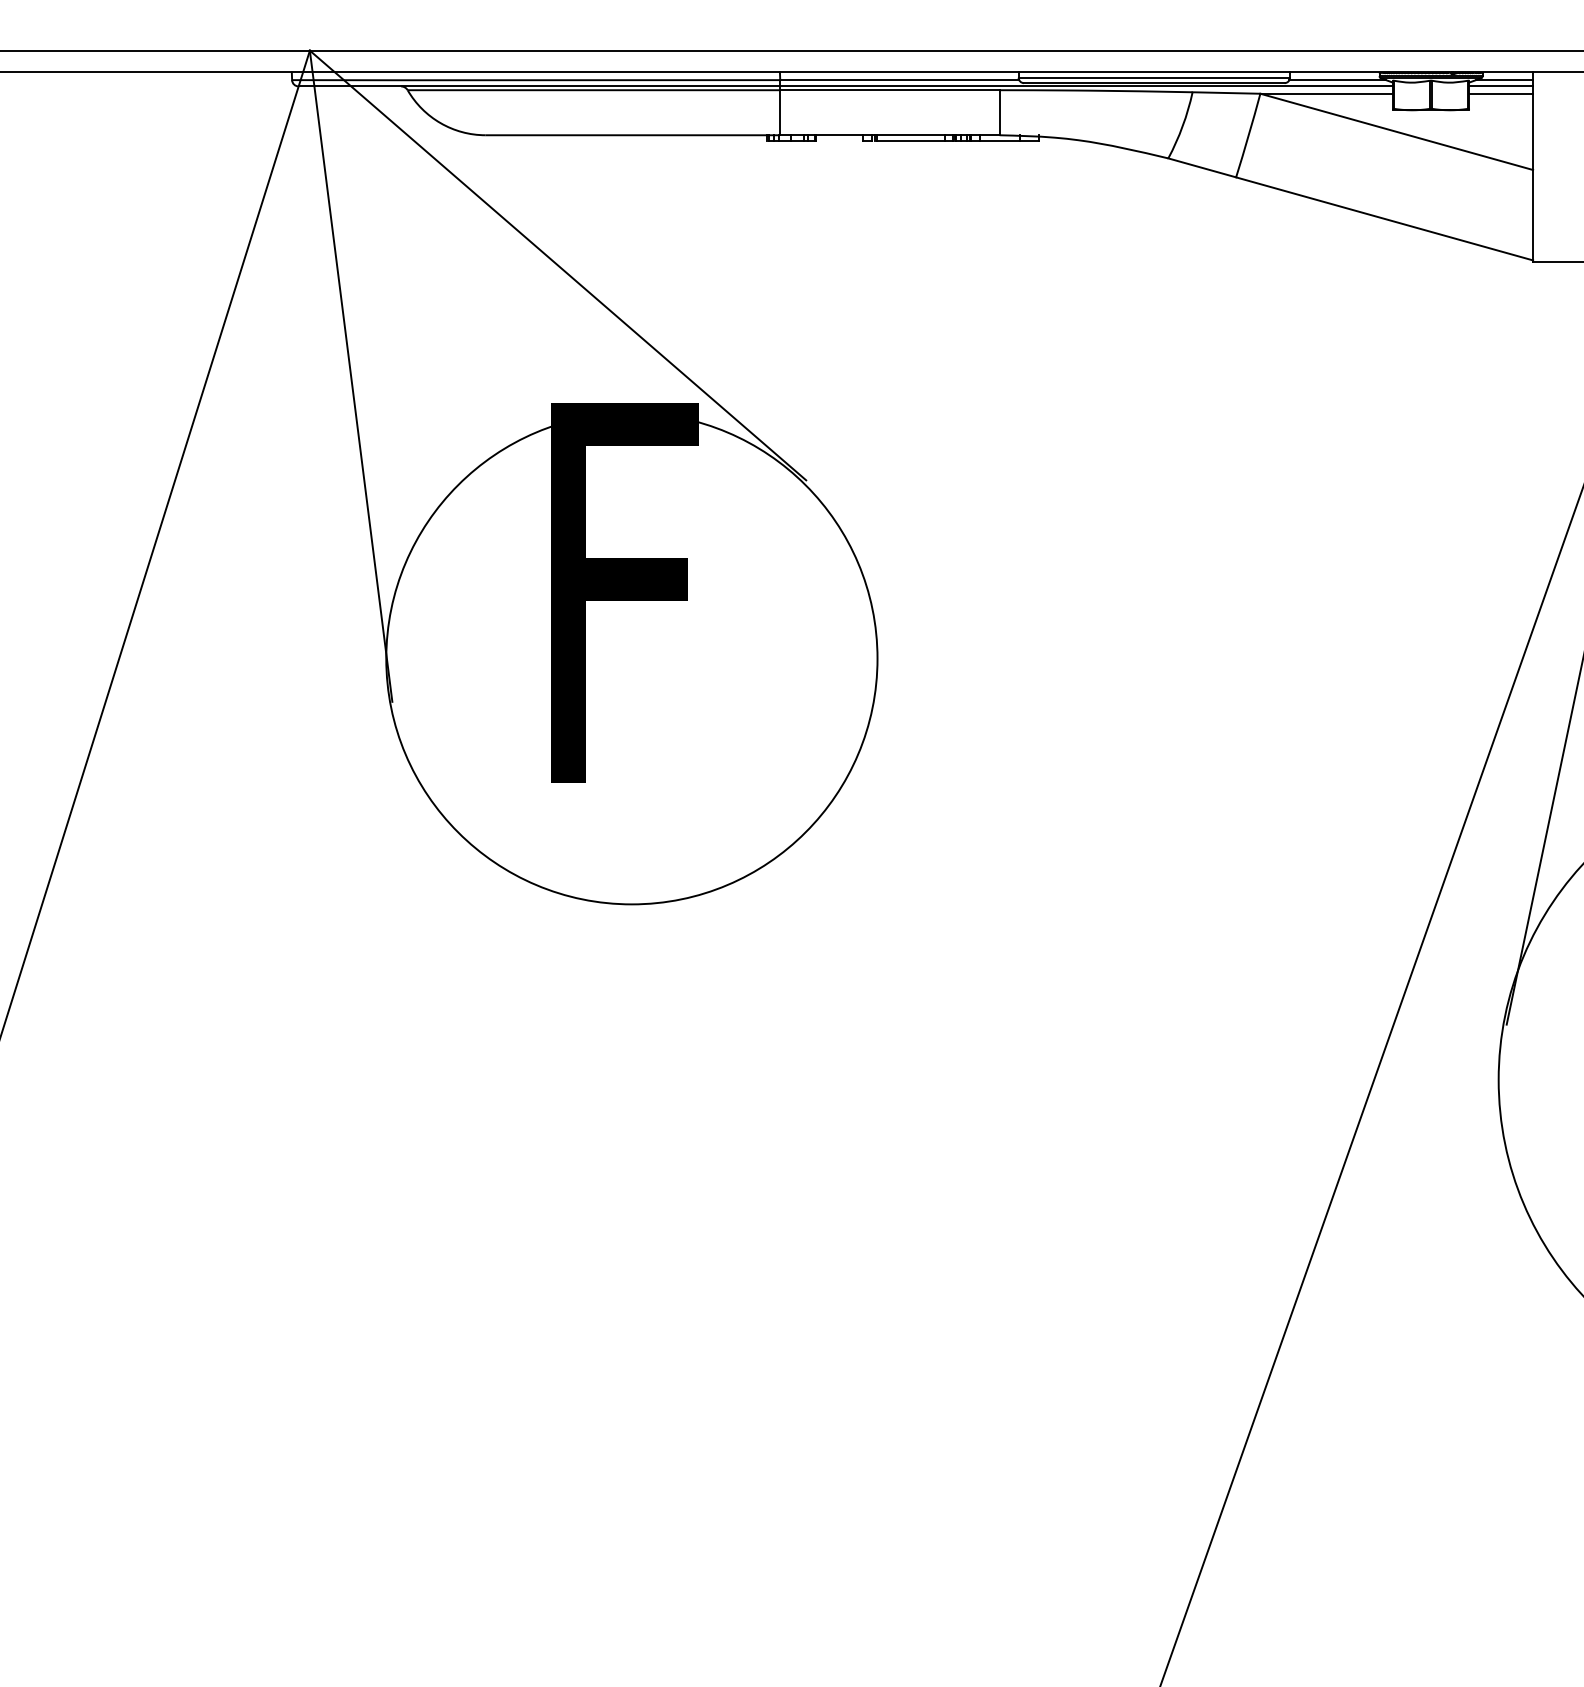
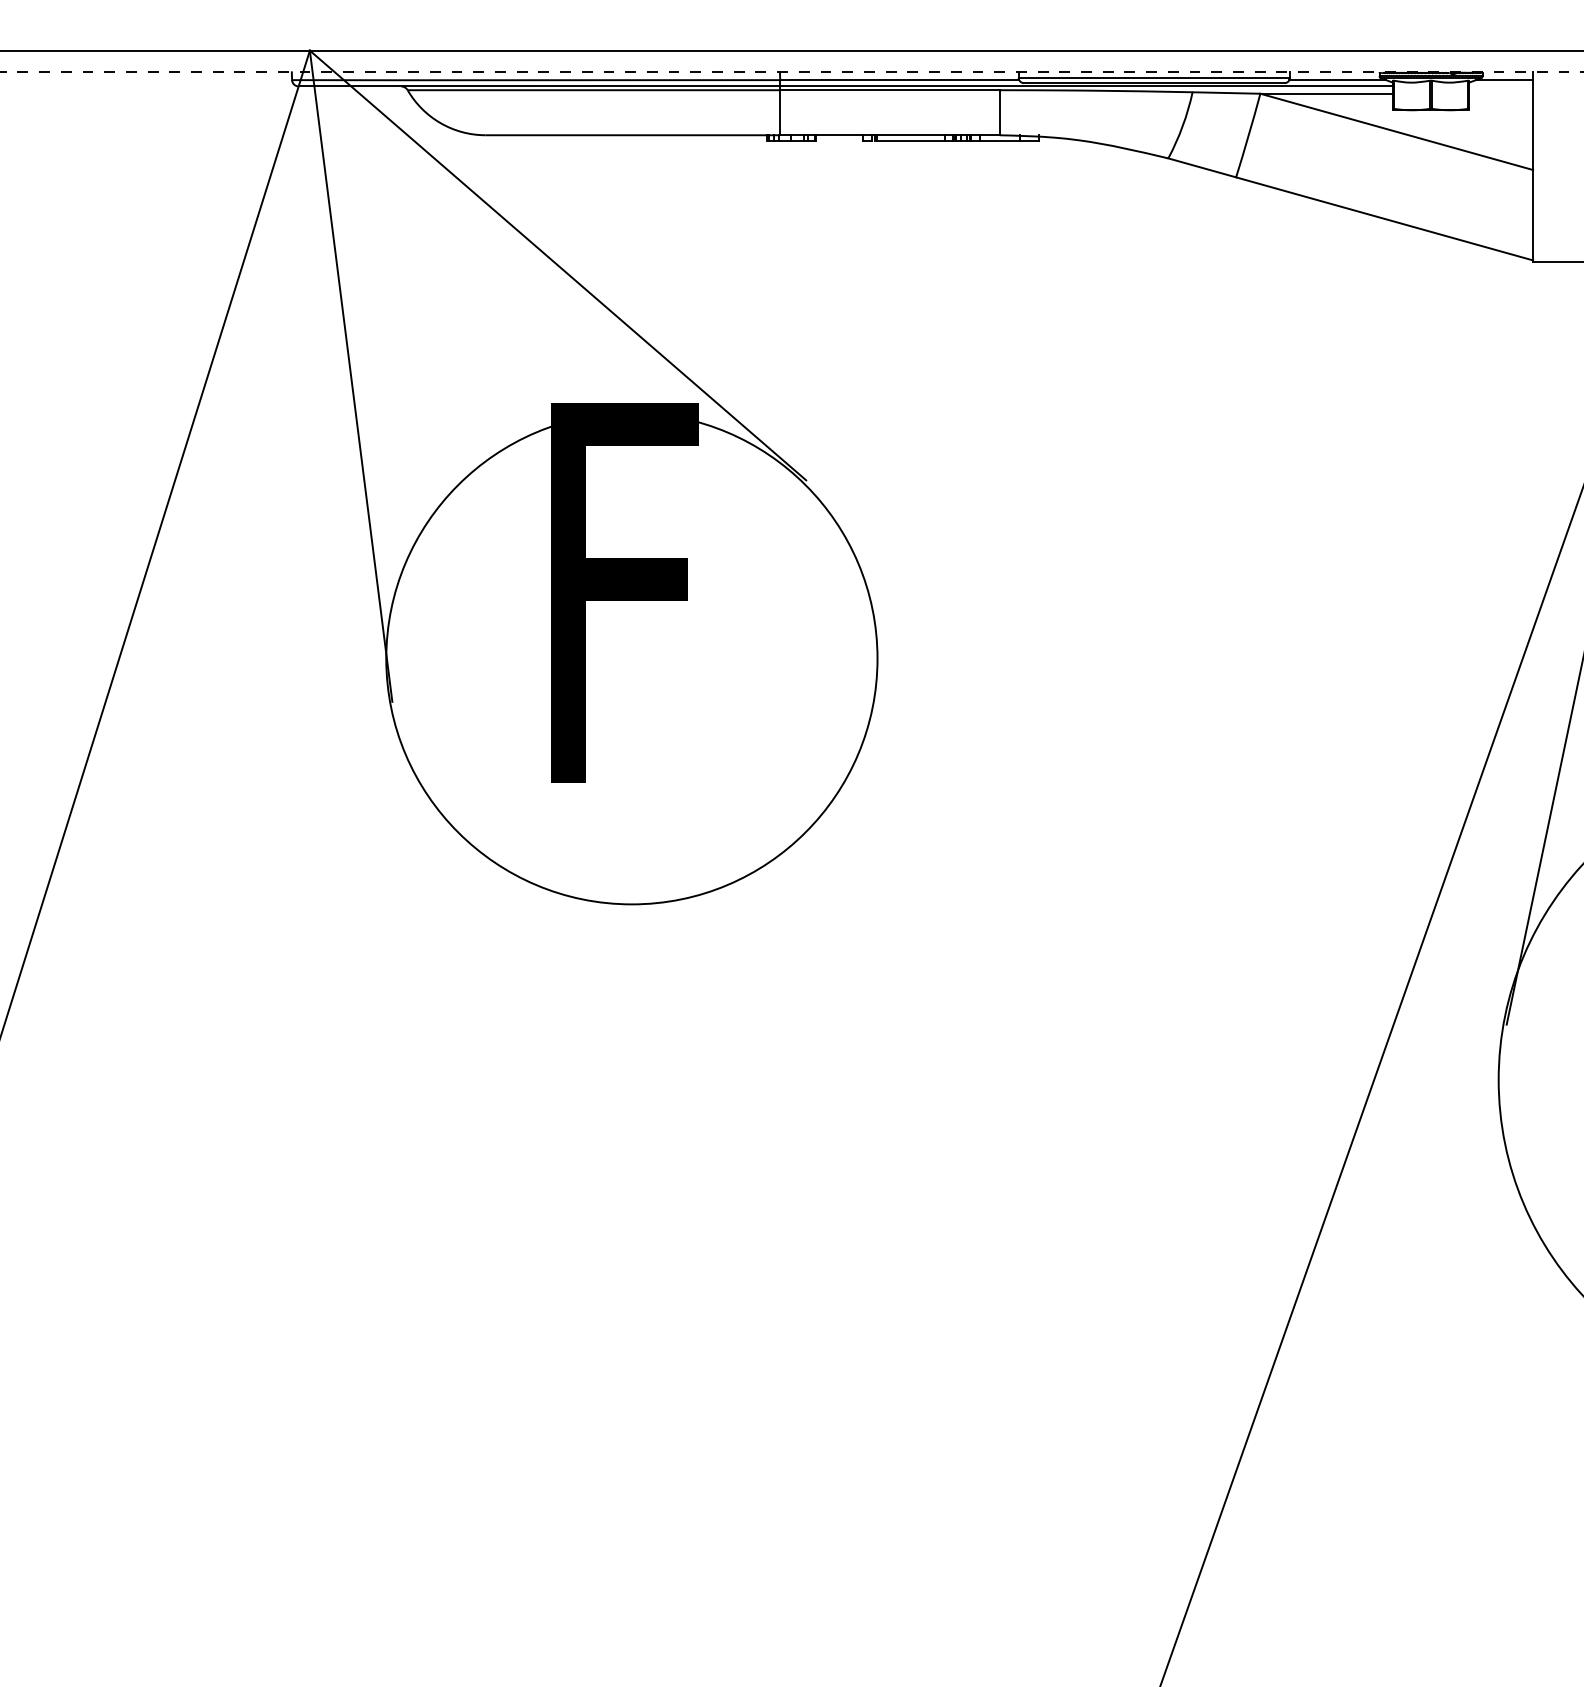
line at (792, 72): solid -> dashed
line at (1501, 86): present -> none
line at (1501, 93): present -> none
